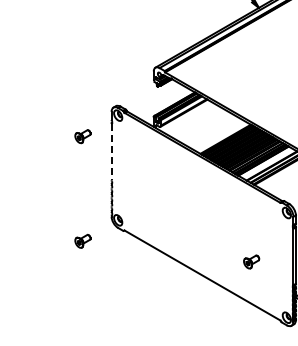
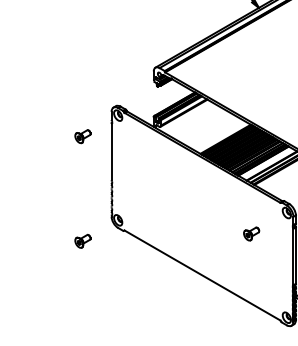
line at (111, 152): dashed -> solid
part at (251, 261) position: (251, 261) -> (251, 233)
